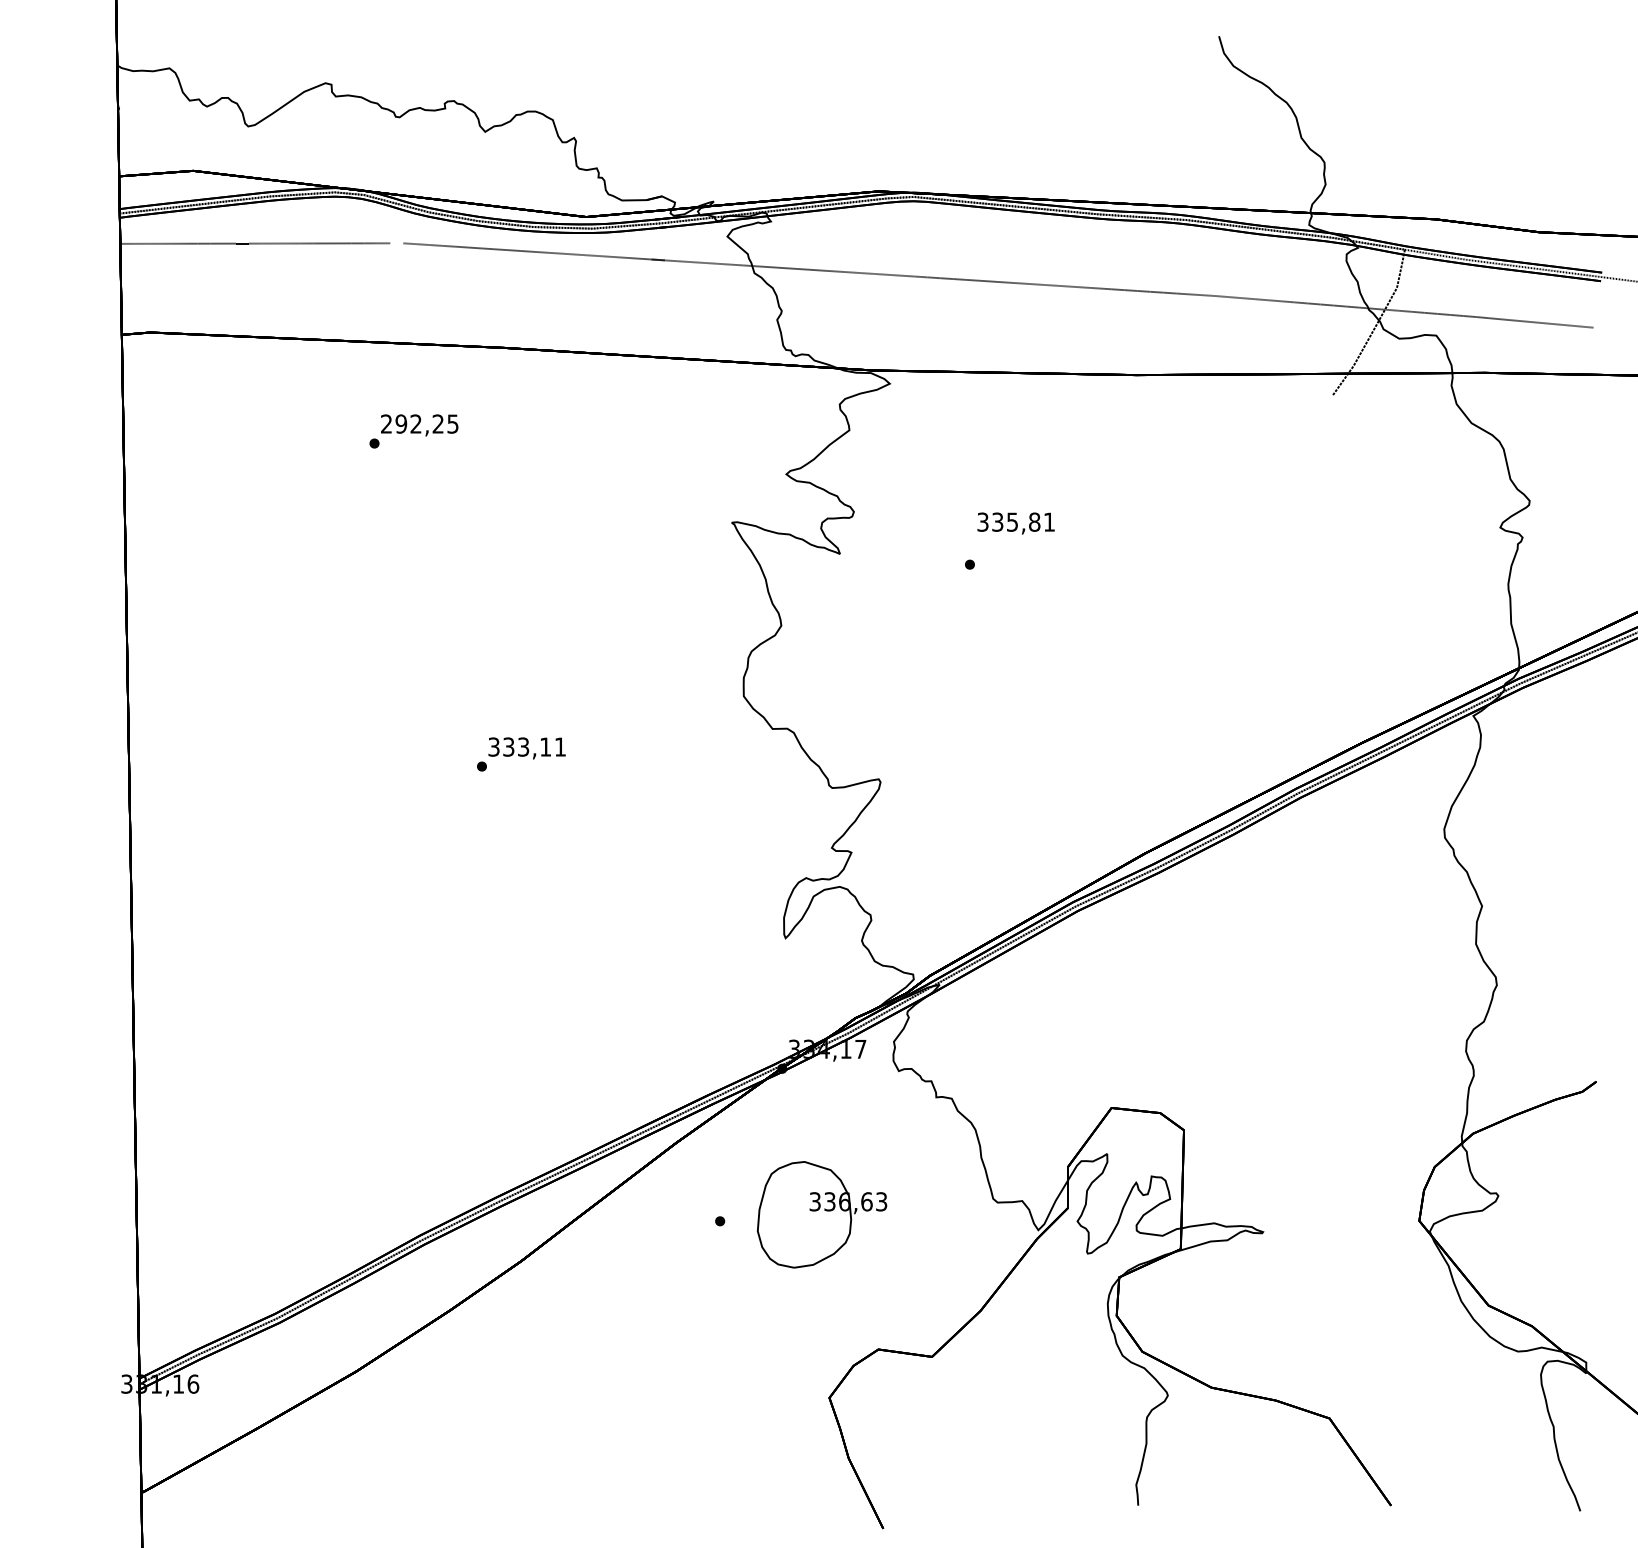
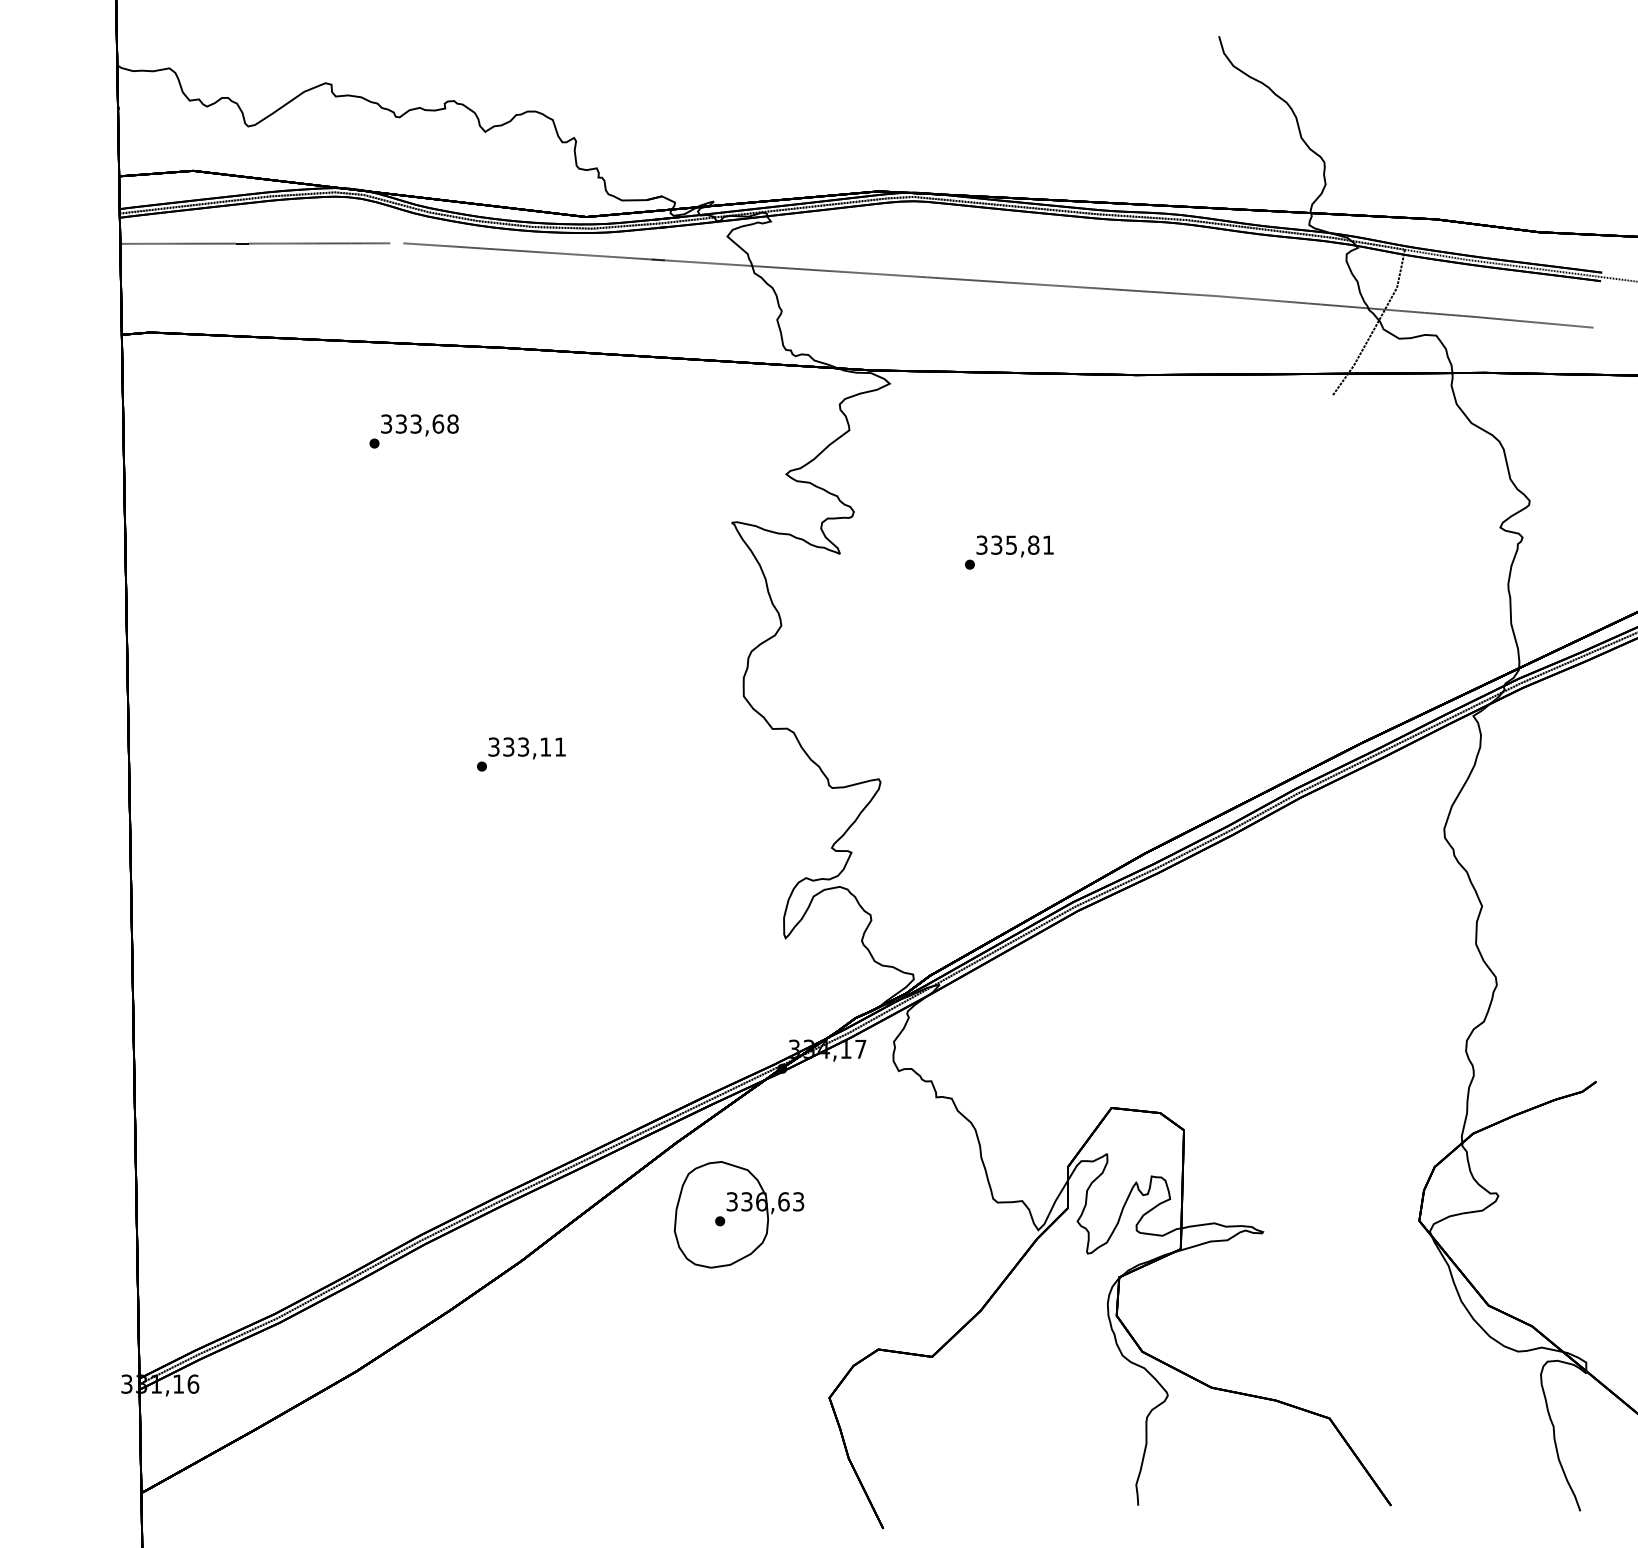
text at (419, 423): 292,25 -> 333,68
text at (1015, 523) position: (1015, 523) -> (1014, 546)
part at (822, 1214) position: (822, 1214) -> (739, 1214)
